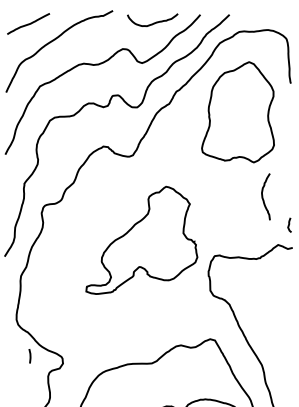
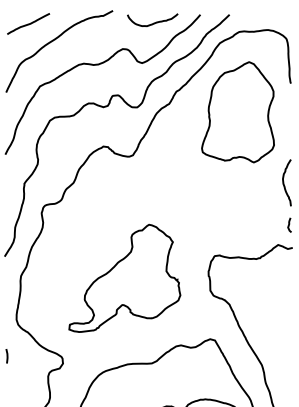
curve at (263, 196) position: (263, 196) -> (284, 182)
part at (141, 239) position: (141, 239) -> (124, 277)
line at (29, 356) position: (29, 356) -> (6, 356)
